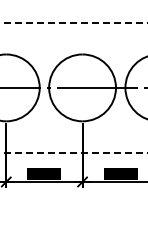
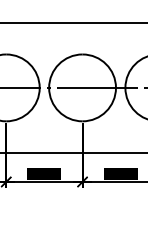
line at (74, 23): dashed -> solid
line at (74, 152): dashed -> solid
